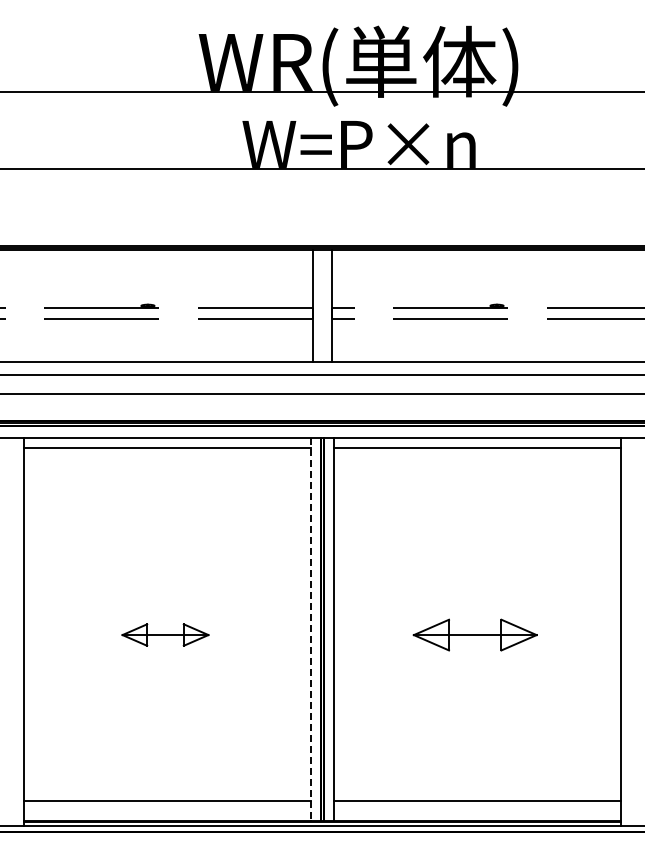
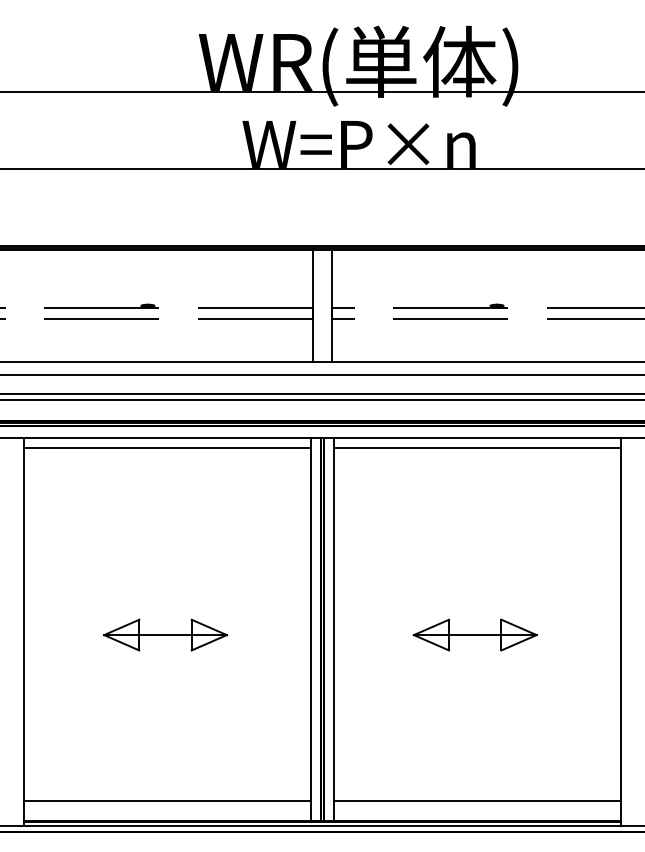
line at (321, 399): none -> present
line at (311, 629): dashed -> solid
part at (165, 634) size: 89x24 px -> 125x34 px
